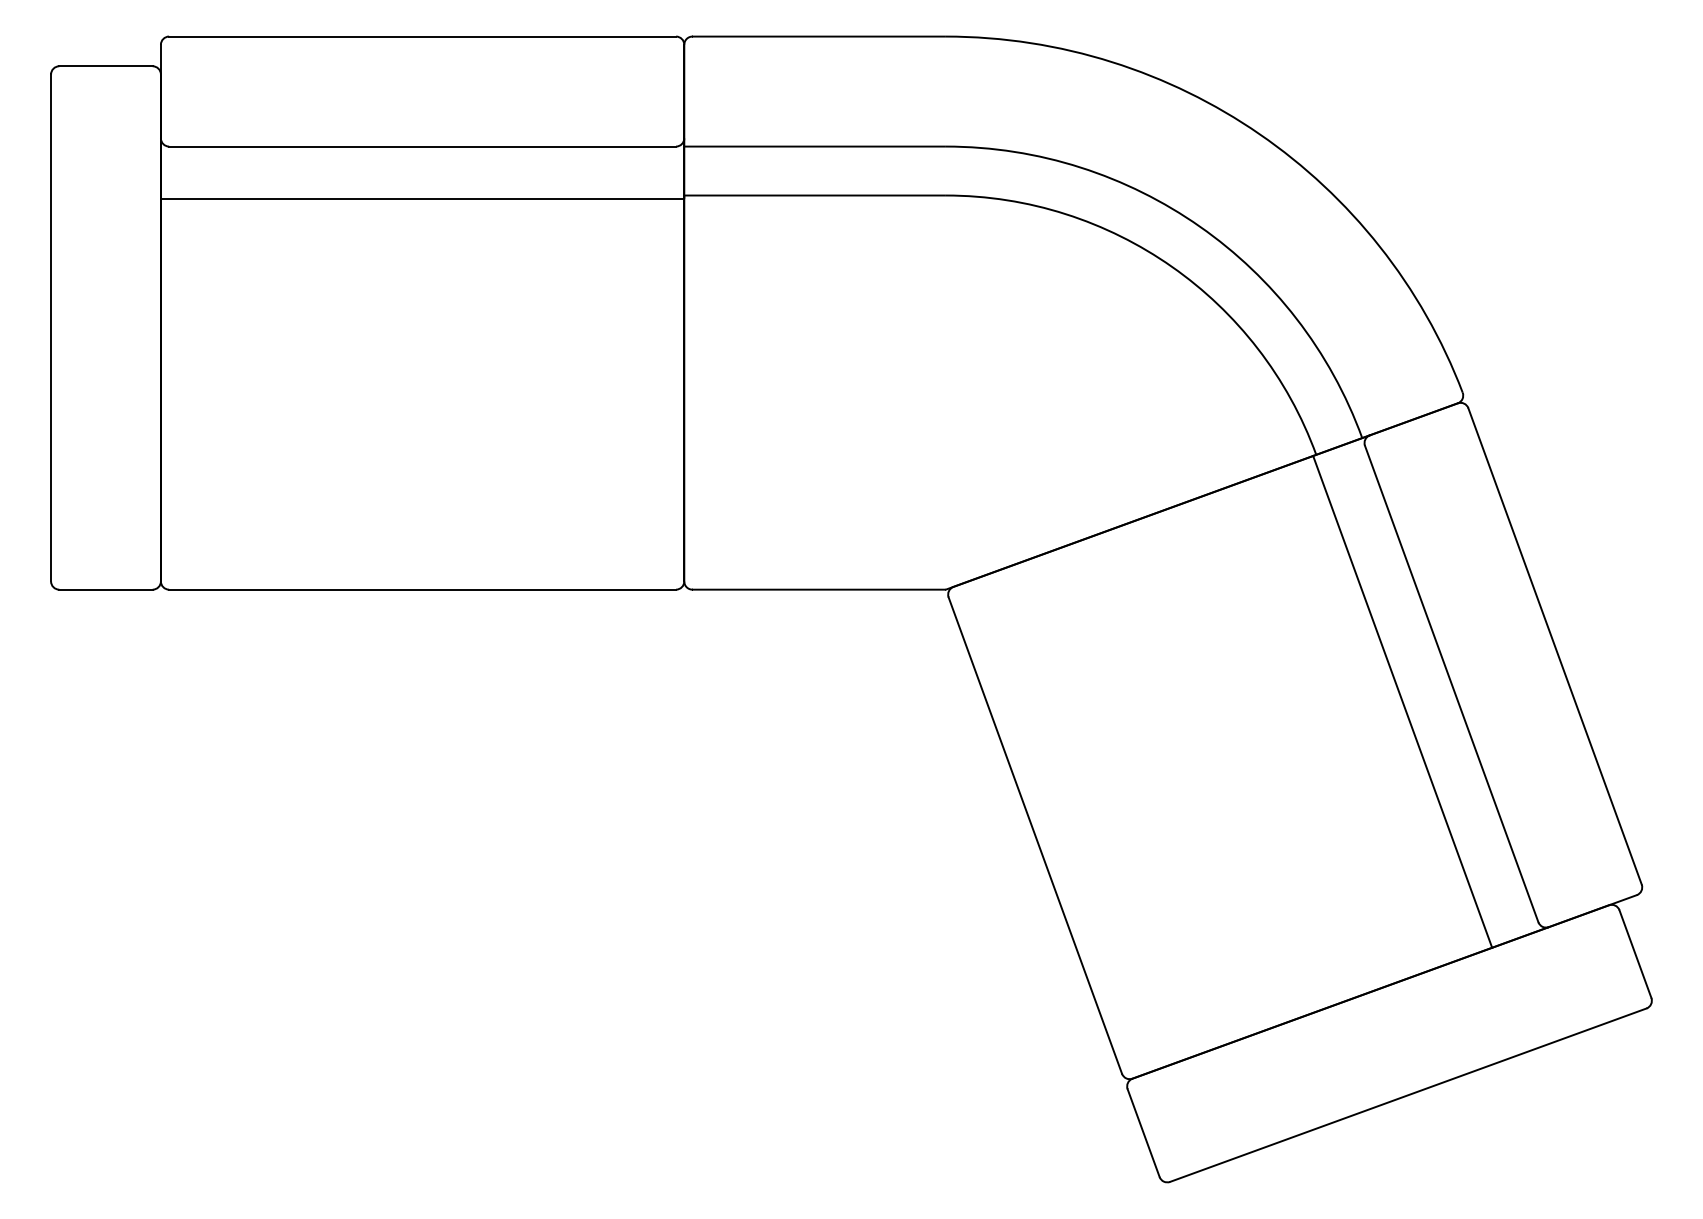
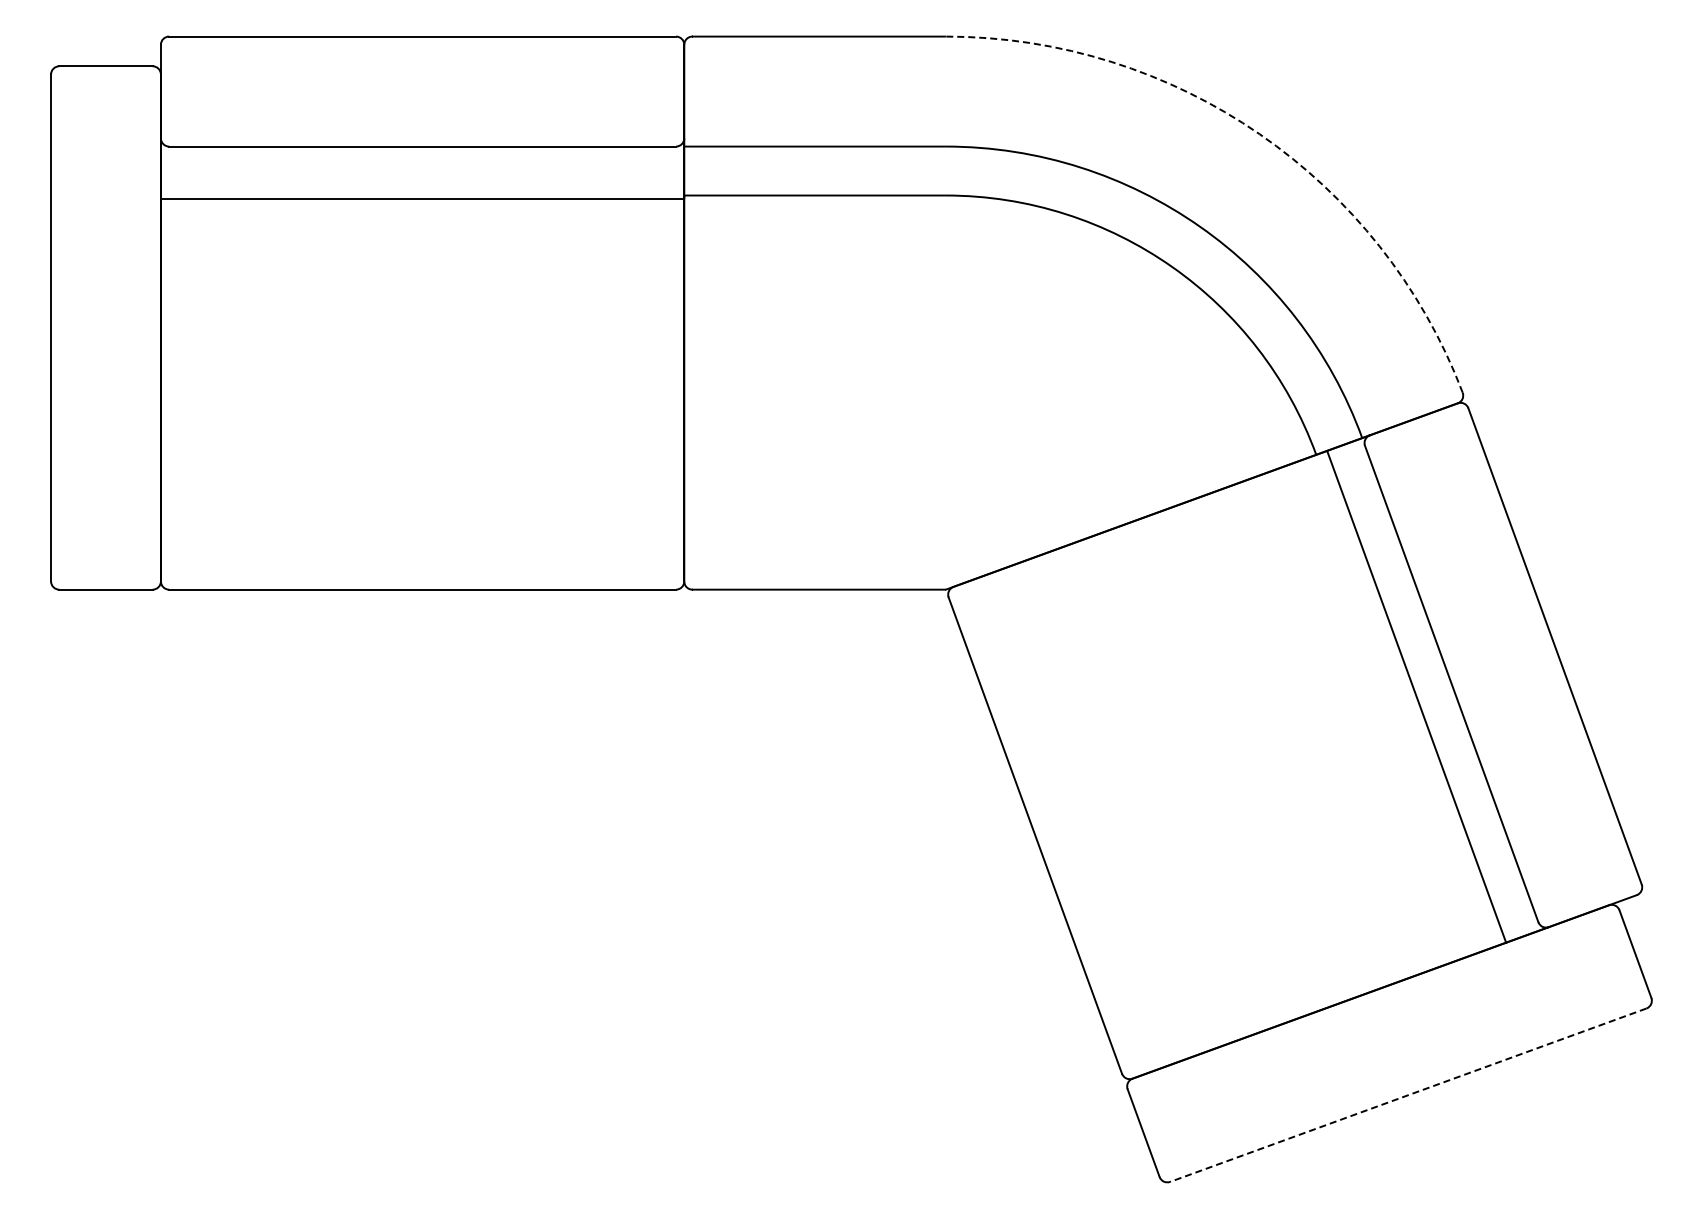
arc at (1259, 134): solid -> dashed
line at (1402, 701) position: (1402, 701) -> (1416, 696)
line at (1407, 1095): solid -> dashed
